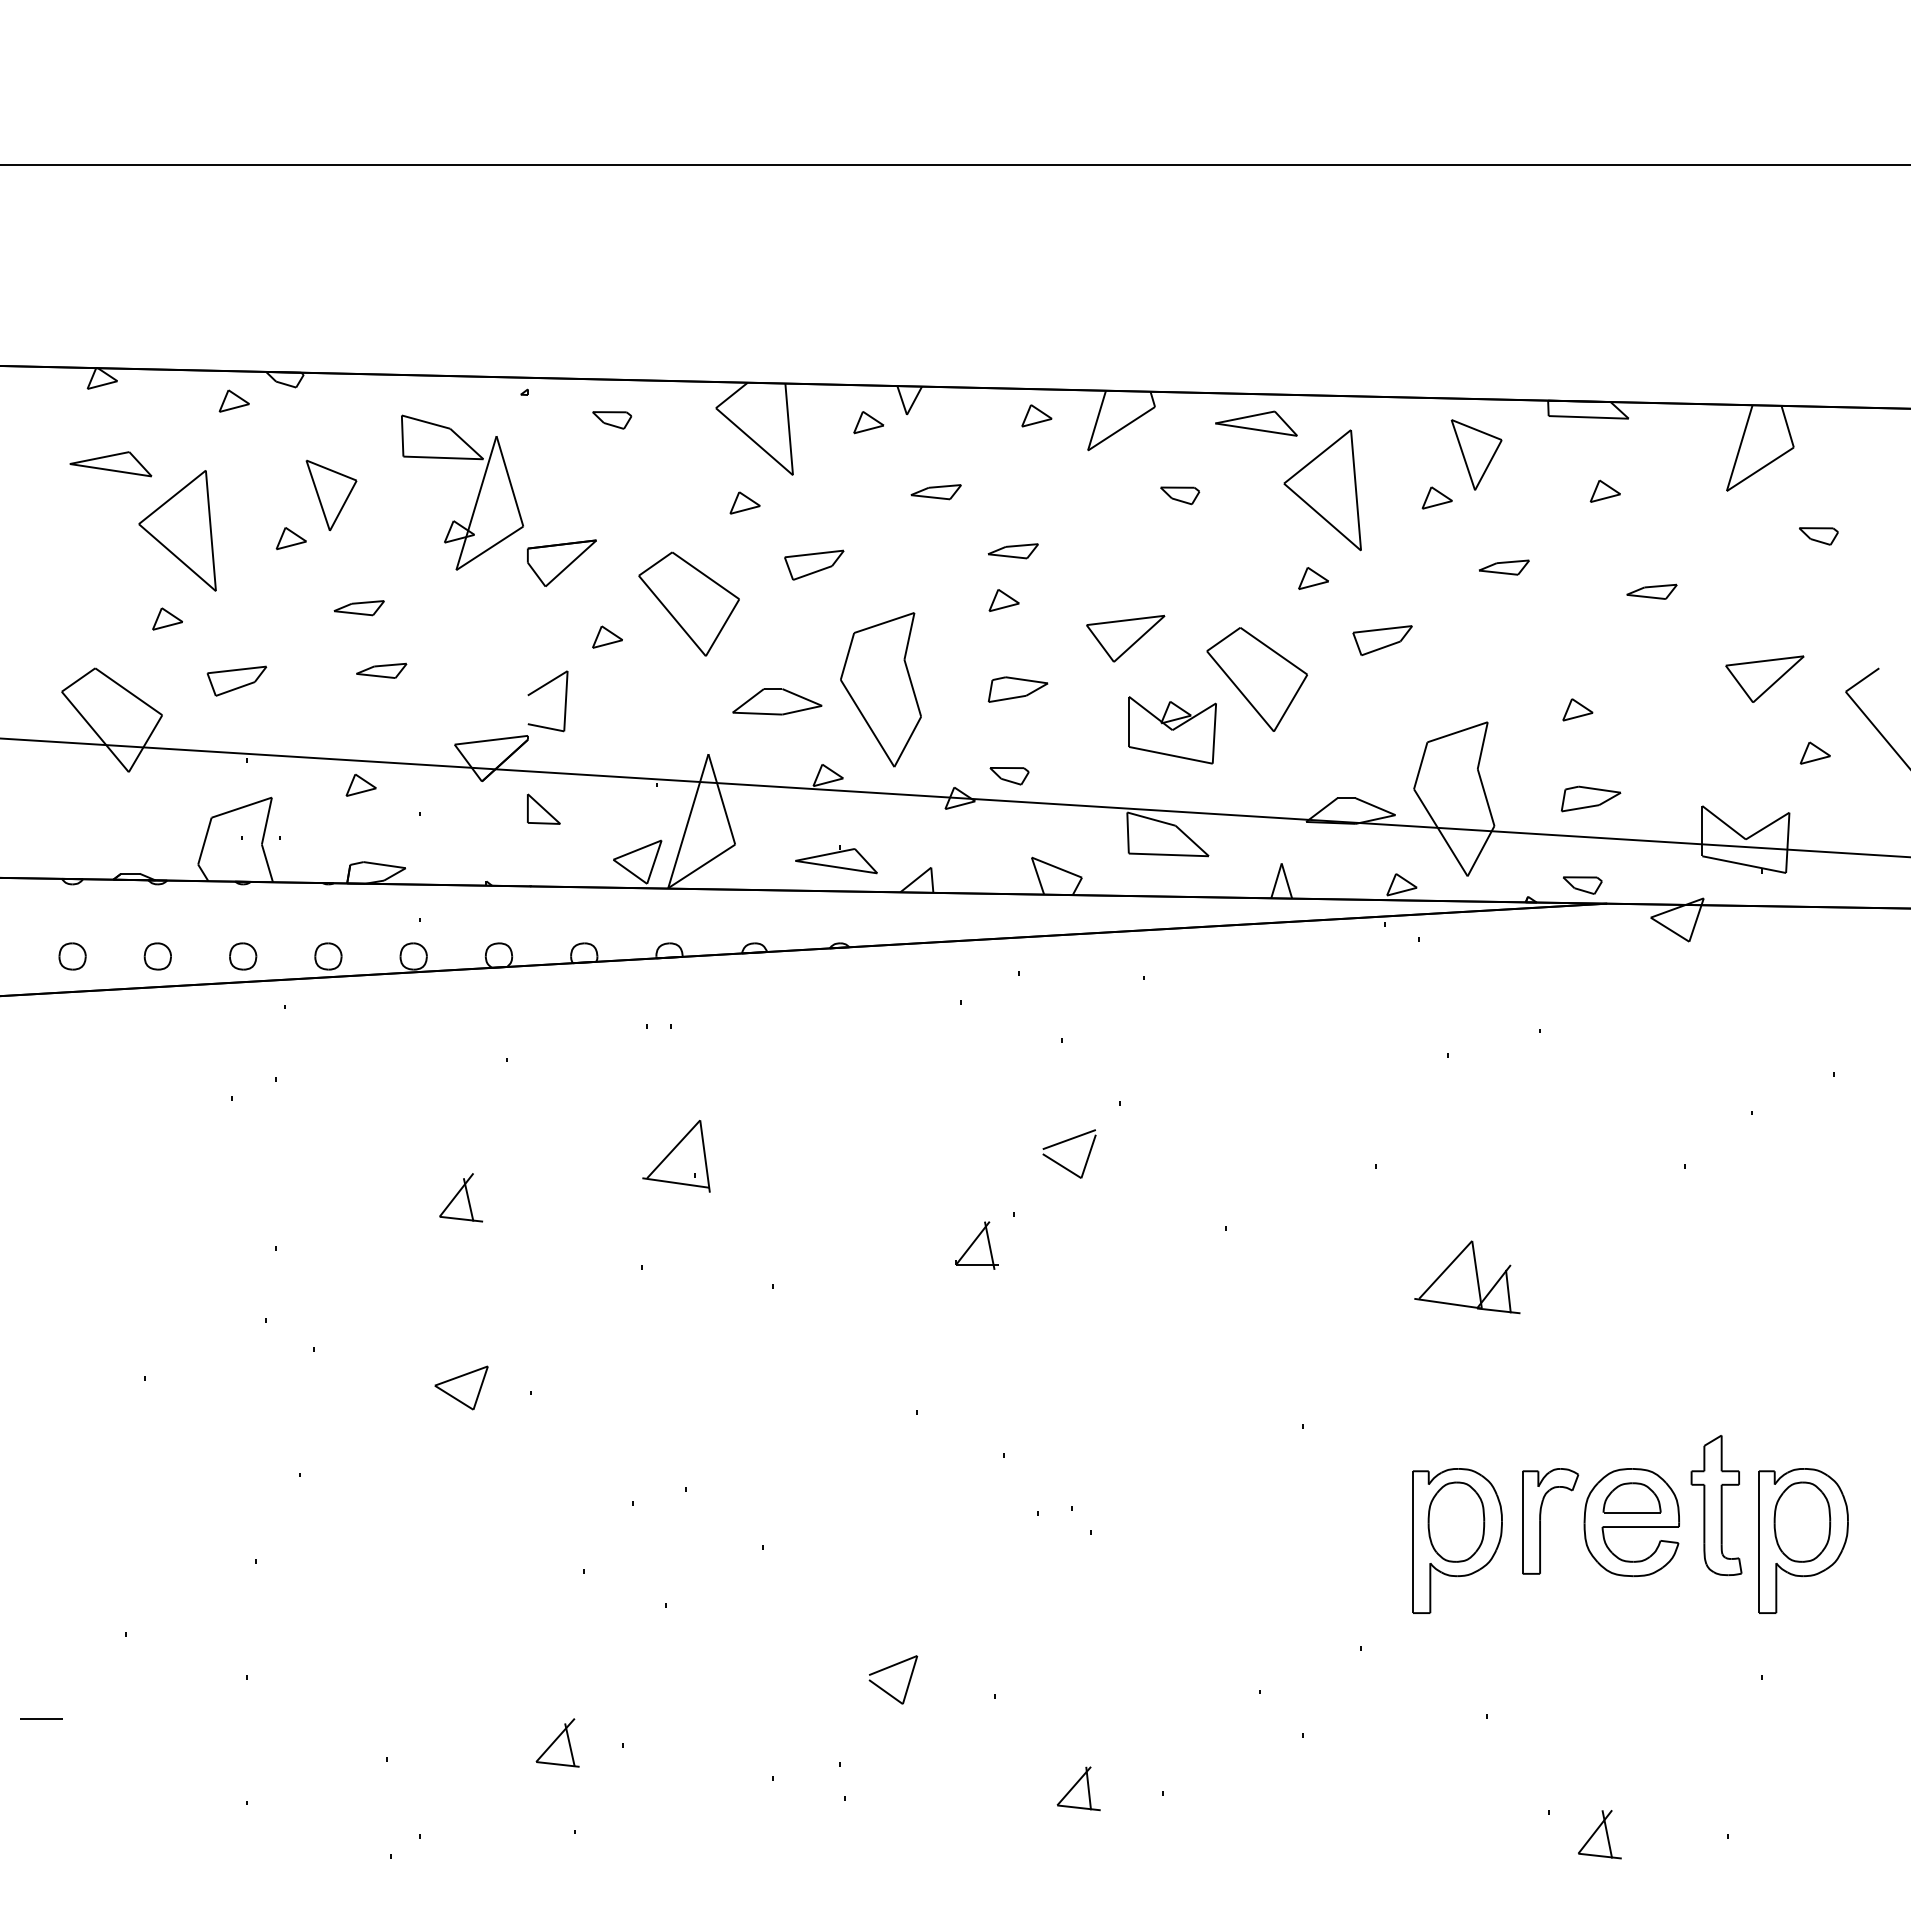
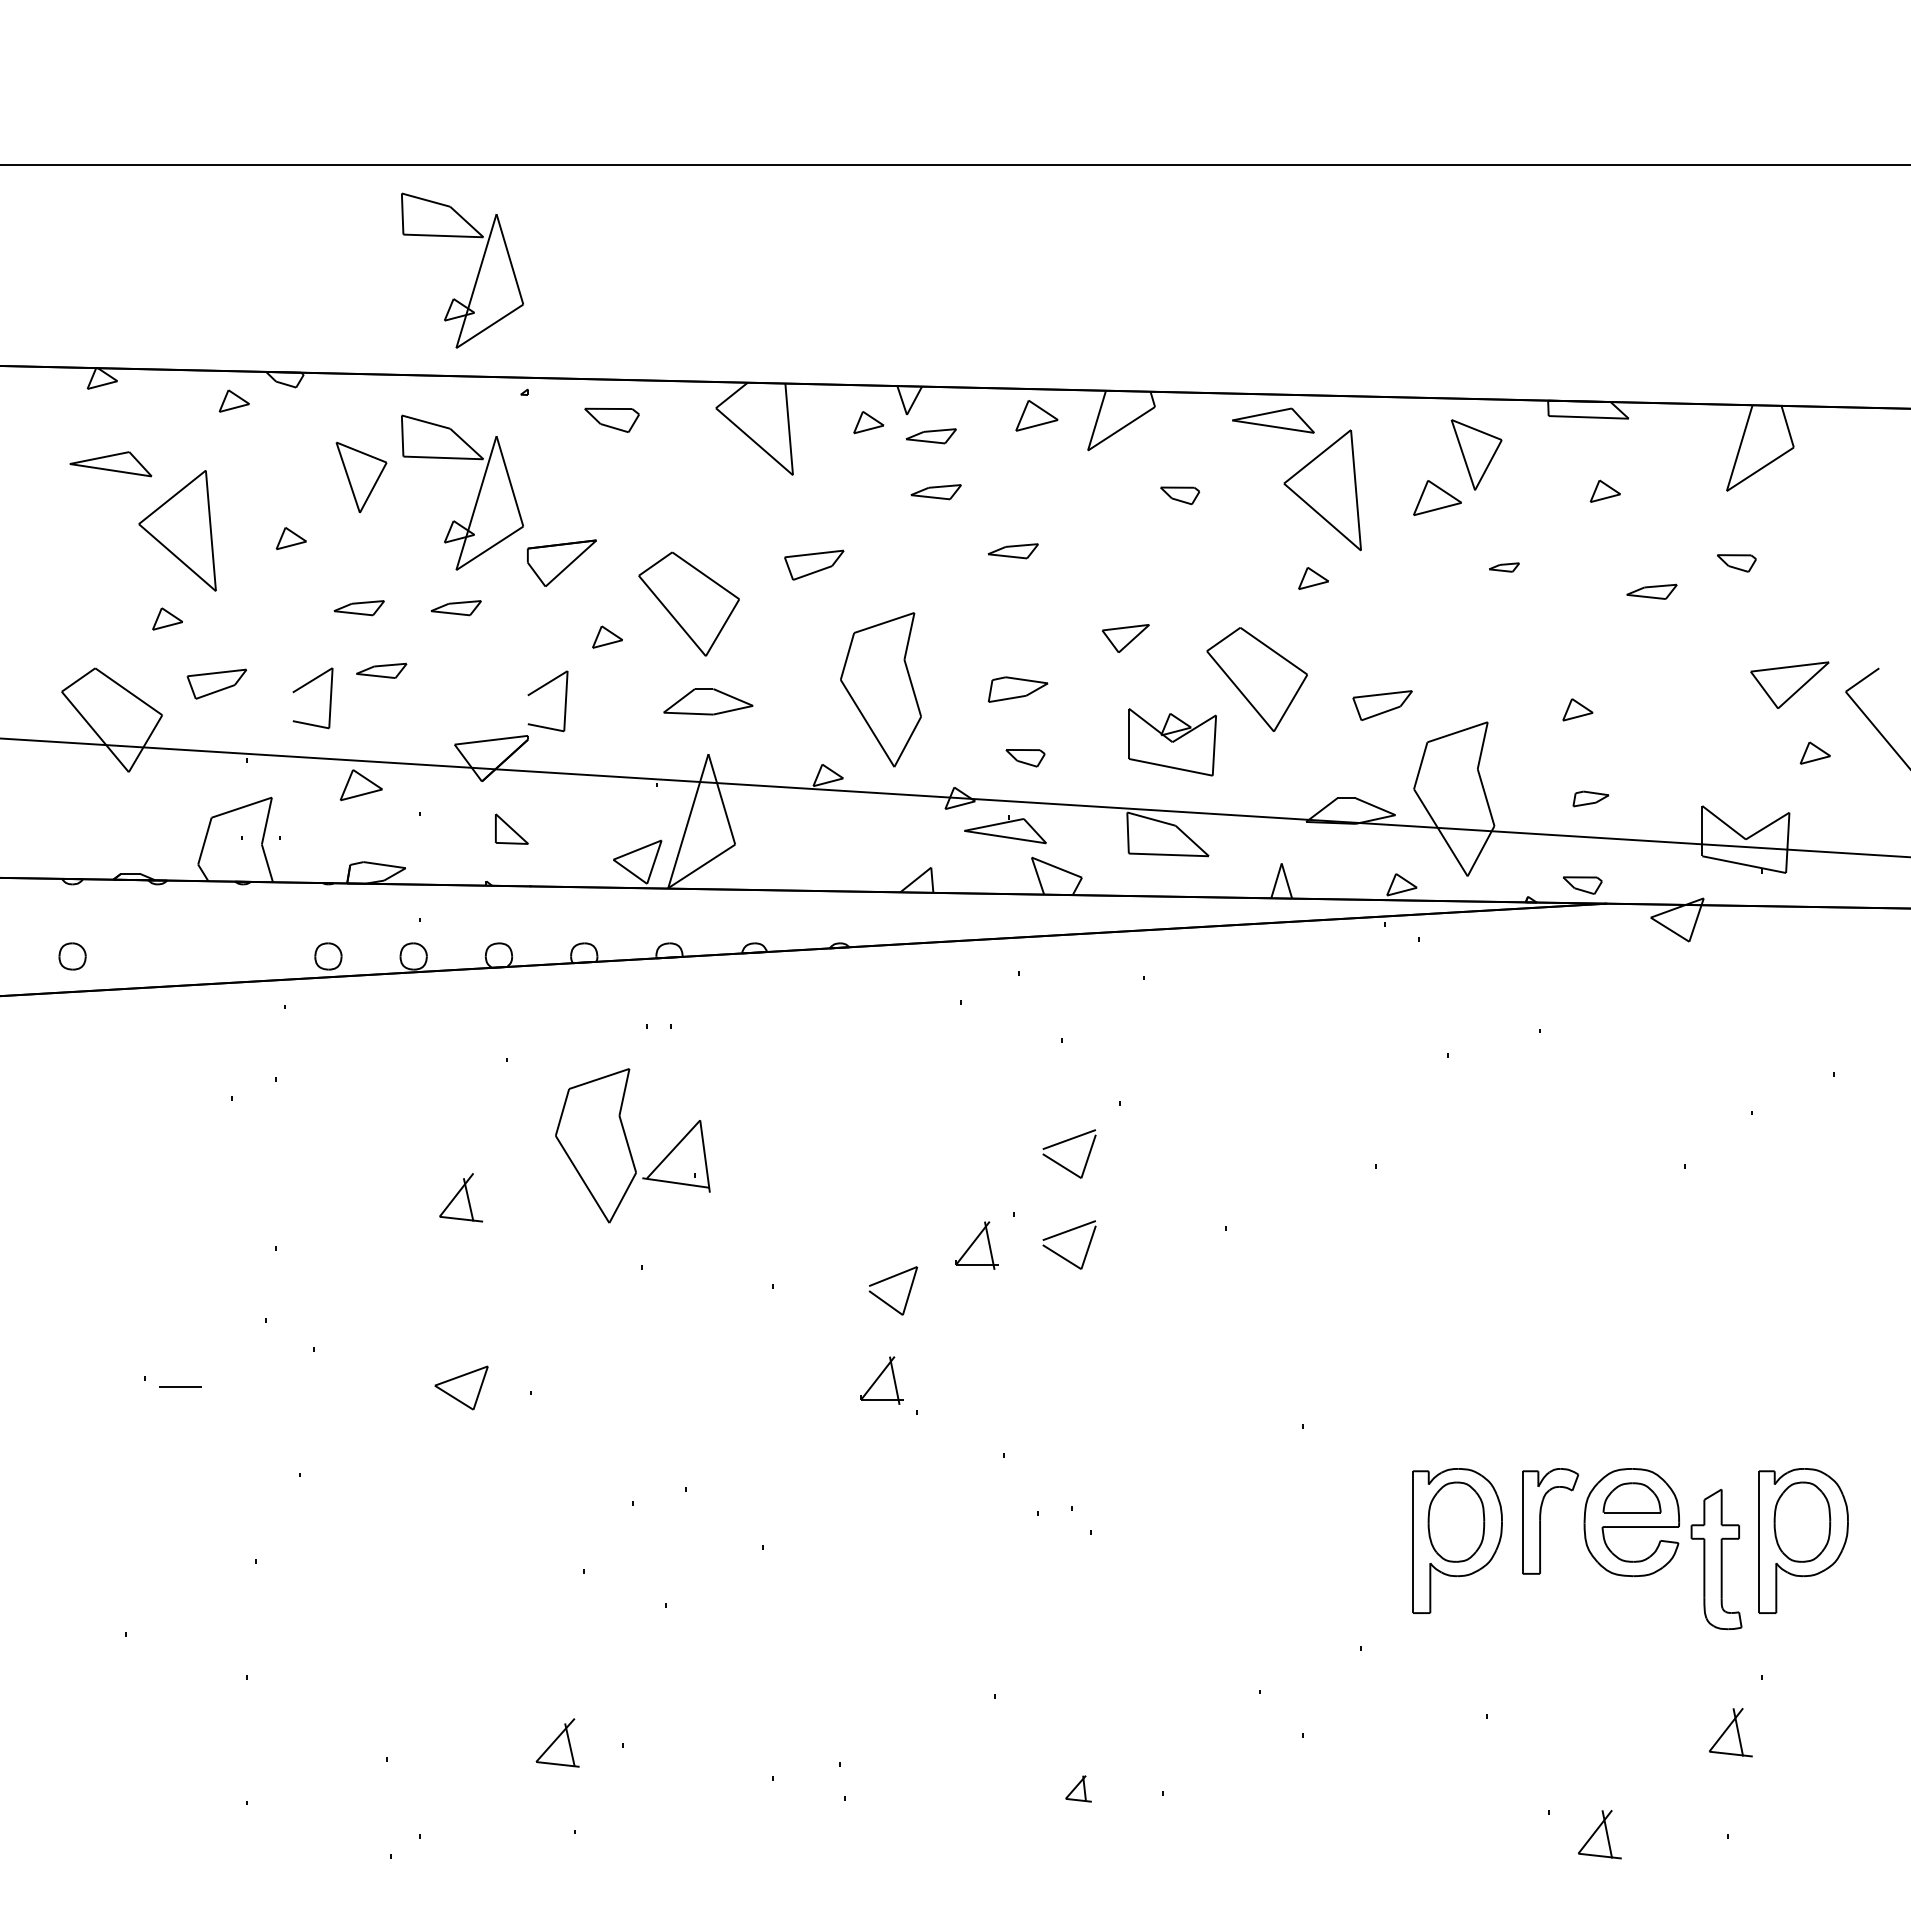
part at (476, 276): none -> present
part at (1036, 415) size: 32x24 px -> 44x32 px
part at (612, 420) size: 41x19 px -> 56x26 px
part at (1256, 423) position: (1256, 423) -> (1273, 420)
part at (930, 436): none -> present
part at (331, 495) position: (331, 495) -> (361, 477)
part at (1436, 497) size: 32x24 px -> 49x37 px
part at (744, 502): present -> none
part at (1818, 536) position: (1818, 536) -> (1736, 563)
part at (1504, 567) size: 51x17 px -> 31x11 px
part at (1003, 600): present -> none
part at (455, 608): none -> present
part at (1125, 638) size: 80x49 px -> 48x29 px
part at (1382, 640) position: (1382, 640) -> (1382, 705)
part at (1764, 678) position: (1764, 678) -> (1789, 684)
part at (236, 680) position: (236, 680) -> (216, 683)
part at (303, 687): none -> present
part at (777, 701) position: (777, 701) -> (708, 701)
part at (1172, 730) position: (1172, 730) -> (1172, 742)
part at (1009, 776) position: (1009, 776) -> (1025, 758)
part at (360, 785) size: 32x23 px -> 44x33 px
part at (1590, 798) size: 62x28 px -> 38x18 px
part at (543, 808) position: (543, 808) -> (511, 828)
part at (836, 859) position: (836, 859) -> (1005, 829)
part at (157, 956): present -> none
part at (243, 956): present -> none
part at (595, 1145): none -> present
part at (1064, 1233): none -> present
part at (1467, 1277): present -> none
part at (881, 1380): none -> present
part at (1716, 1505) position: (1716, 1505) -> (1716, 1559)
part at (888, 1668) position: (888, 1668) -> (888, 1279)
line at (41, 1718) position: (41, 1718) -> (180, 1386)
part at (1730, 1732): none -> present
part at (1078, 1788) size: 45x46 px -> 27x28 px
